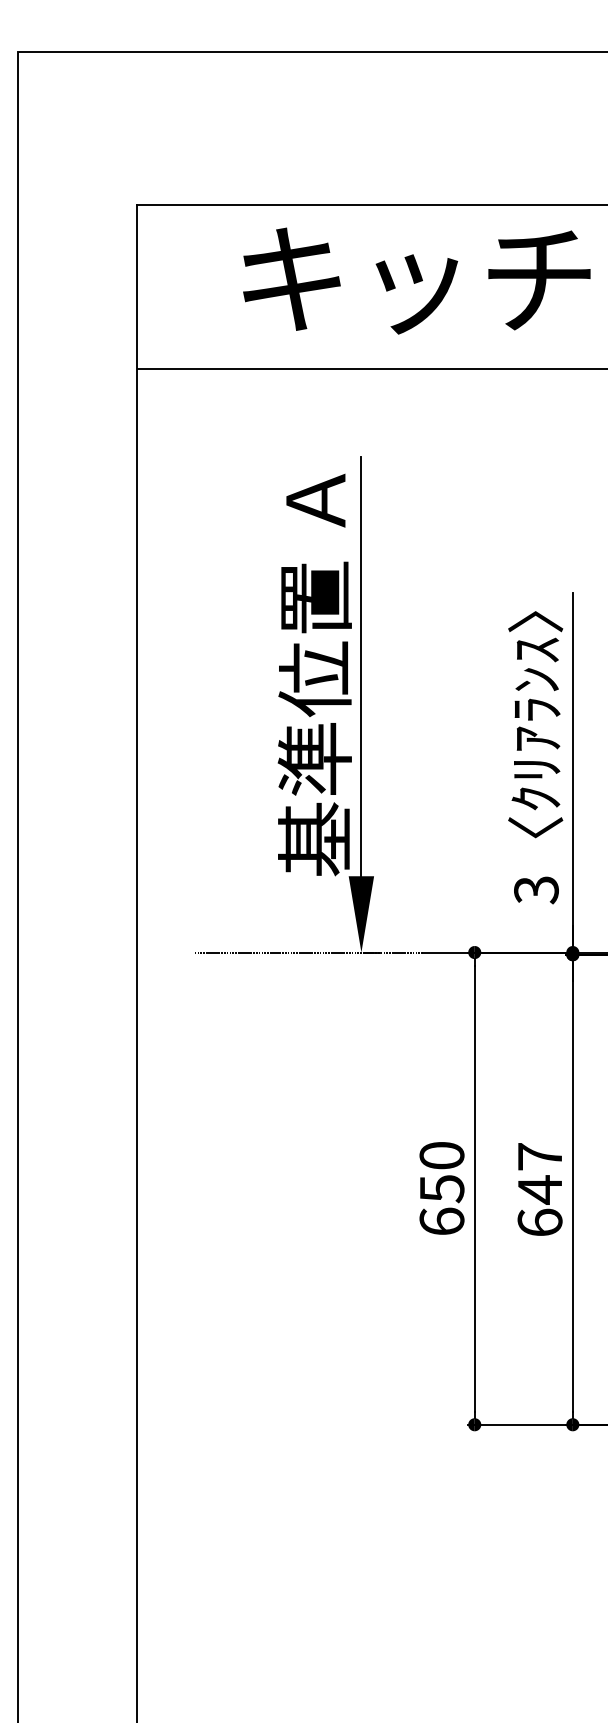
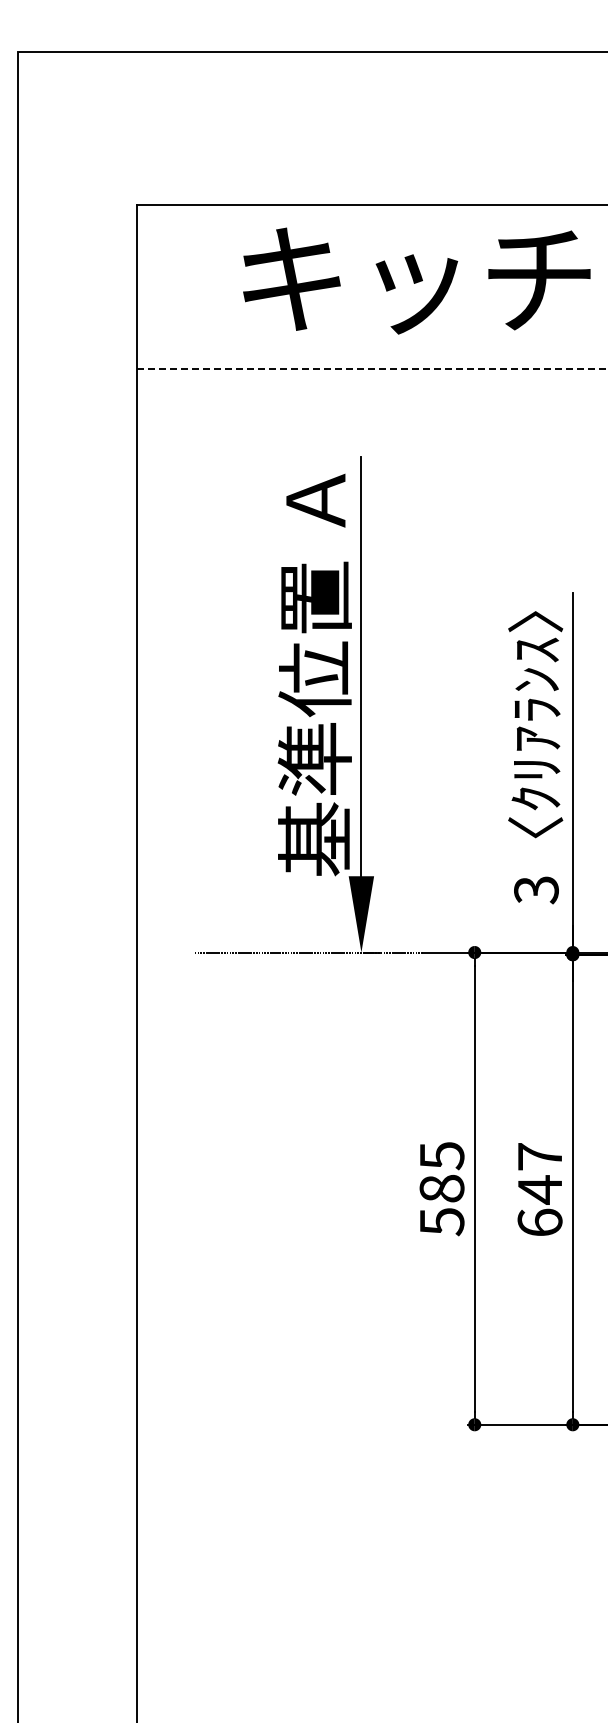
line at (371, 368): solid -> dashed
text at (441, 1189): 650 -> 585
